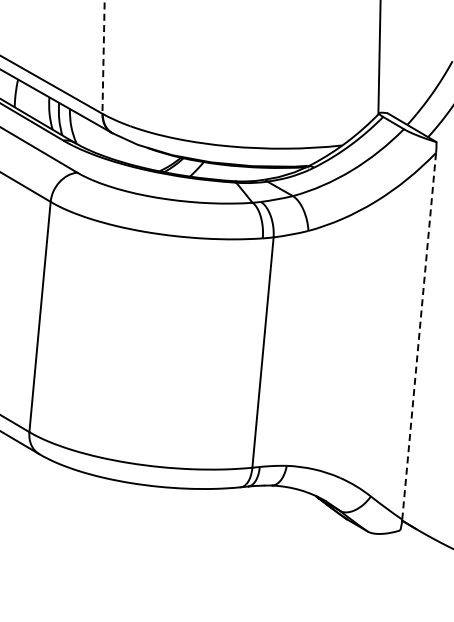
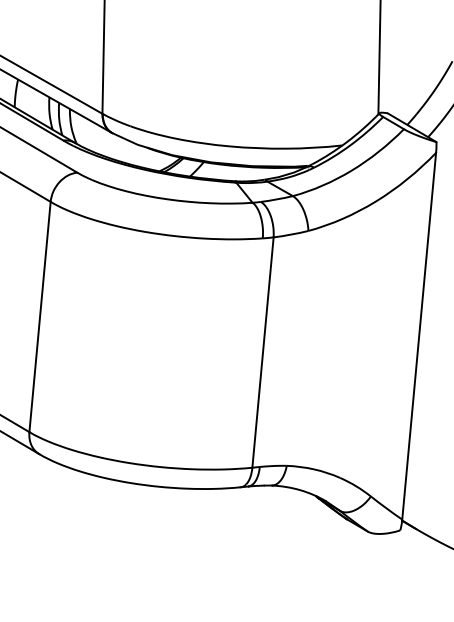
line at (103, 57): dashed -> solid
line at (419, 335): dashed -> solid
